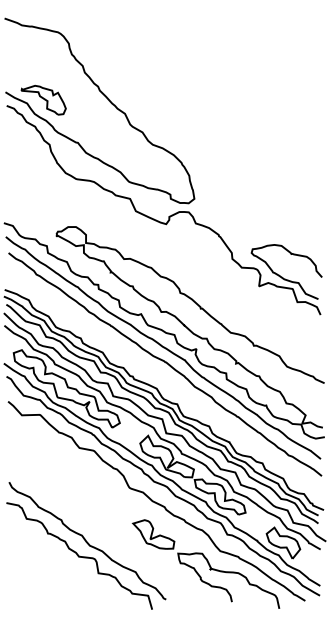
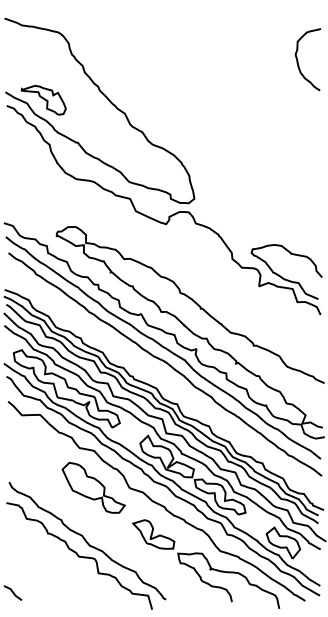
curve at (298, 60): none -> present
part at (93, 487): none -> present
line at (12, 592): none -> present
